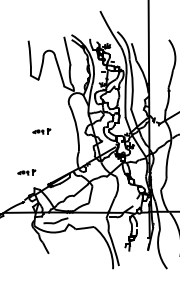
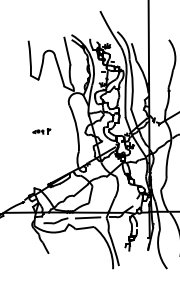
part at (26, 172): present -> none
line at (87, 217): none -> present
